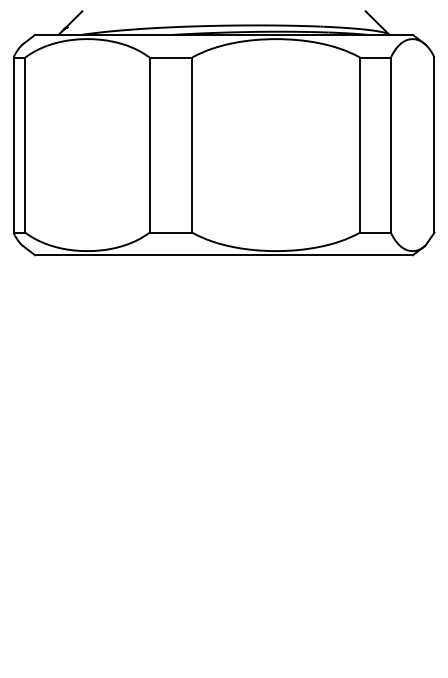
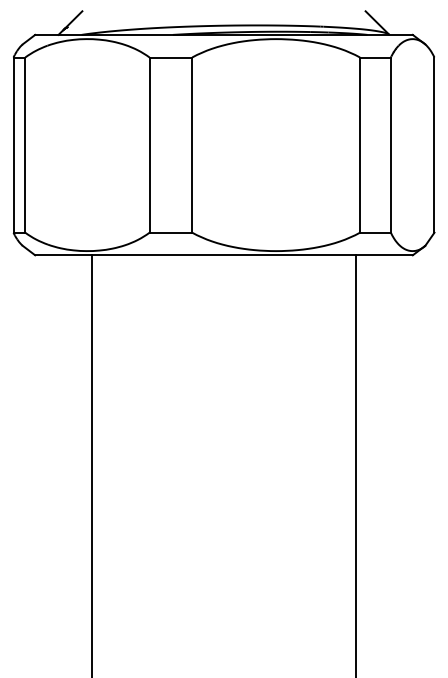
line at (91, 464): none -> present
line at (356, 464): none -> present
